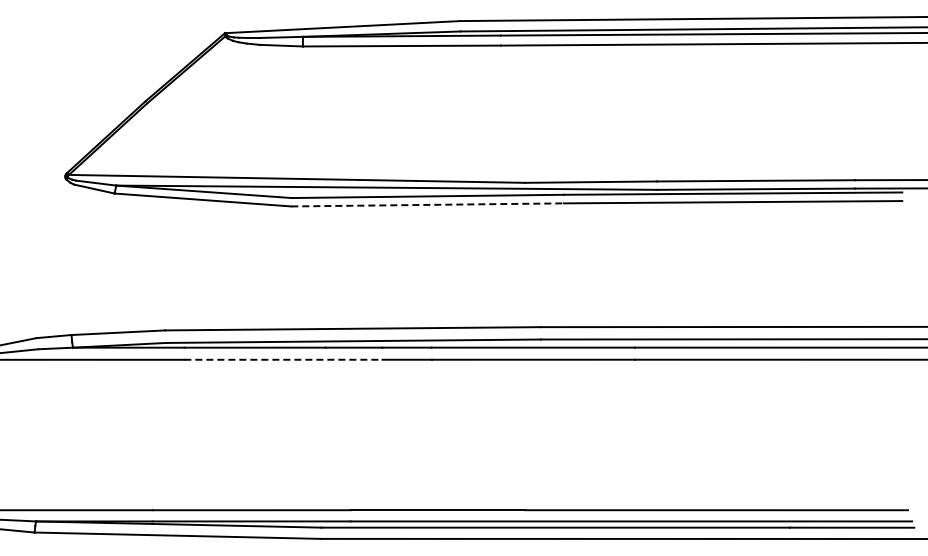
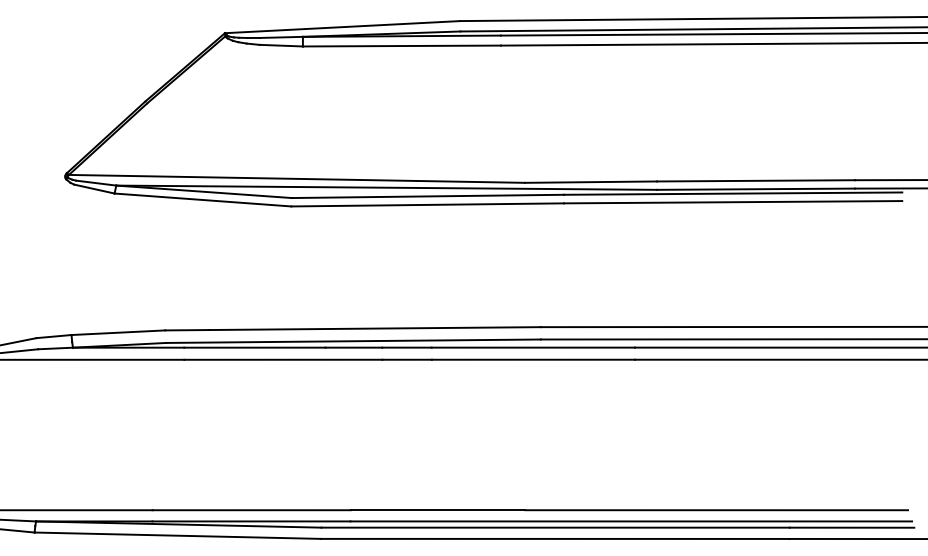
line at (428, 204): dashed -> solid
line at (283, 359): dashed -> solid
